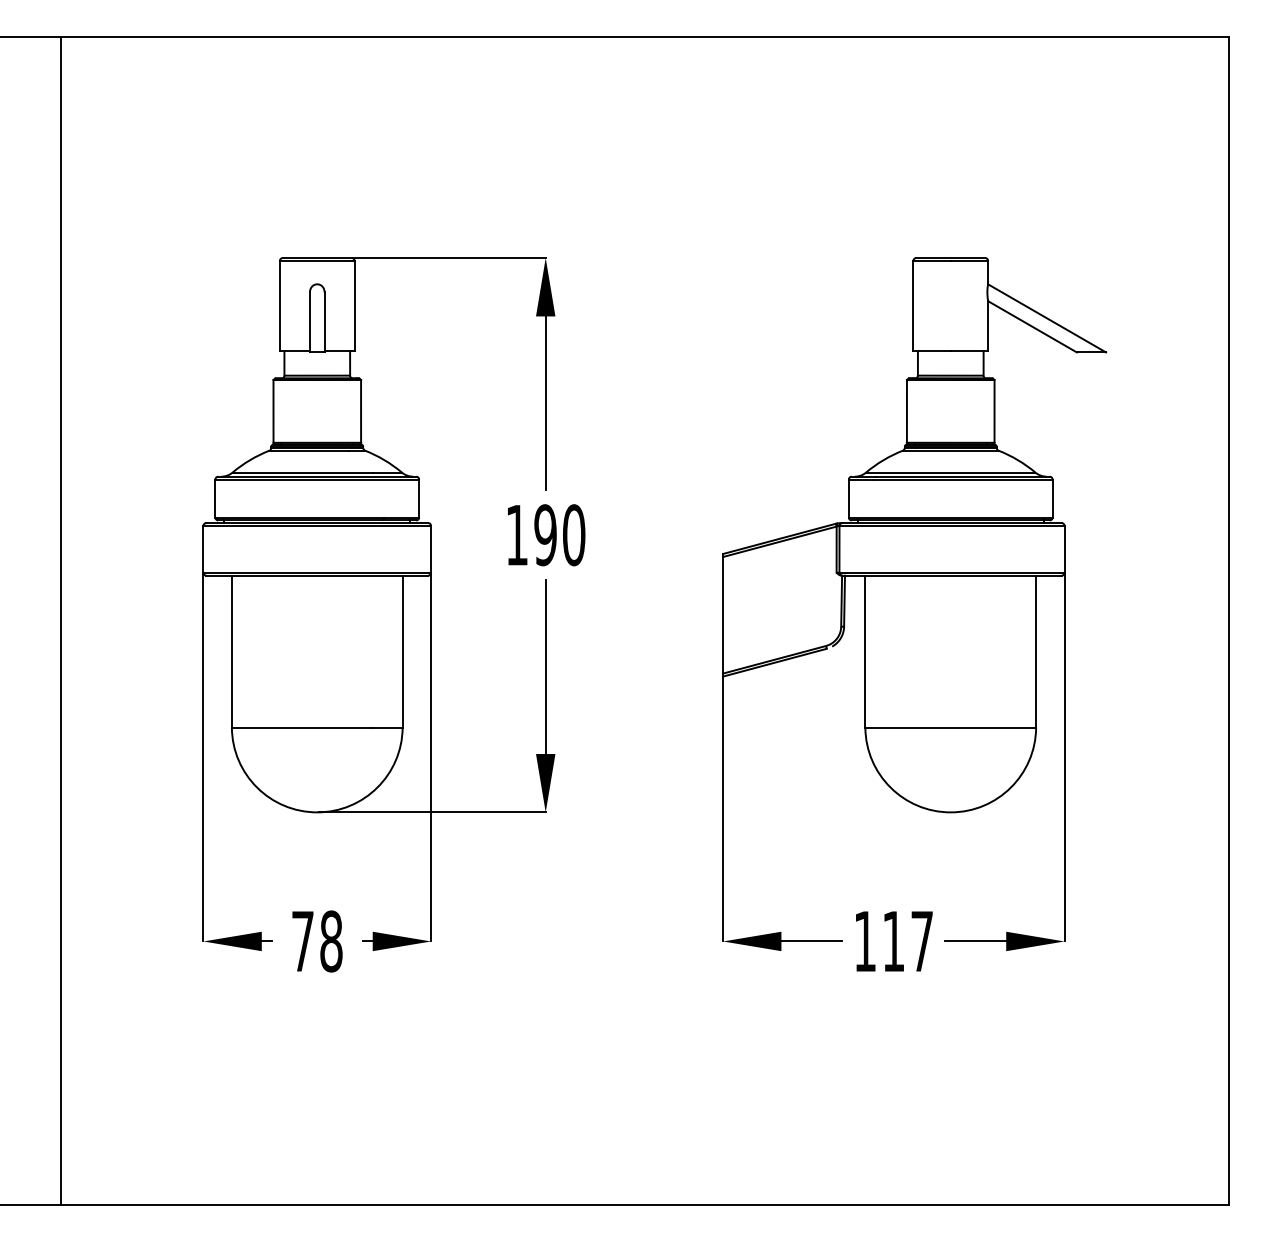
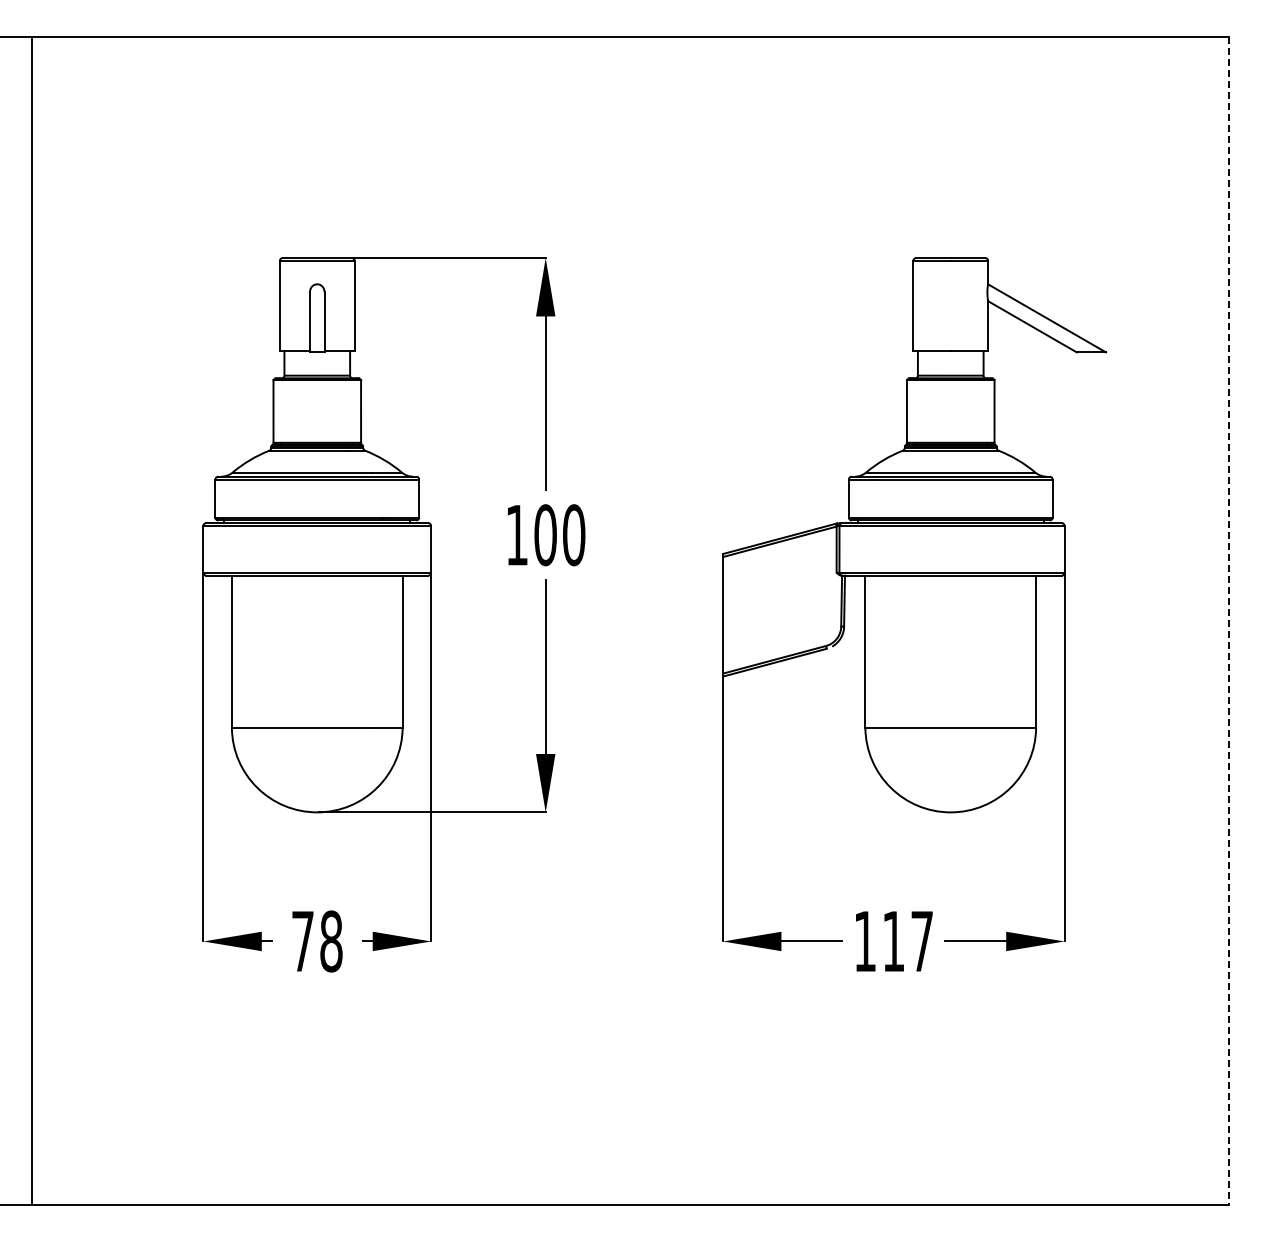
text at (545, 535): 190 -> 100
line at (61, 620) position: (61, 620) -> (32, 620)
line at (1228, 620): solid -> dashed
